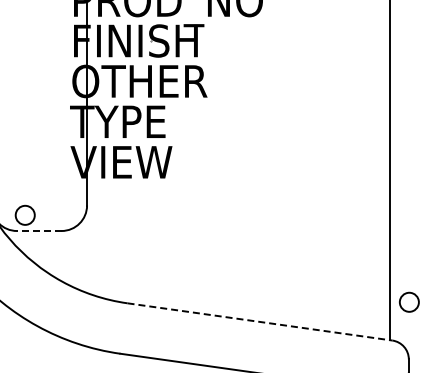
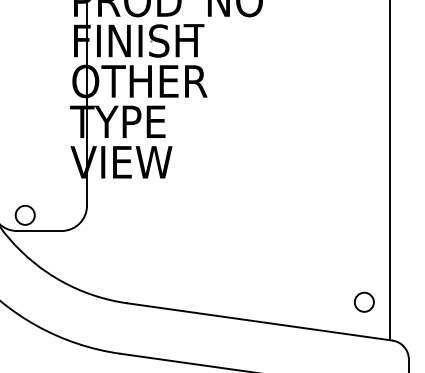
line at (38, 231): dashed -> solid
circle at (409, 301) position: (409, 301) -> (364, 301)
line at (259, 321): dashed -> solid
